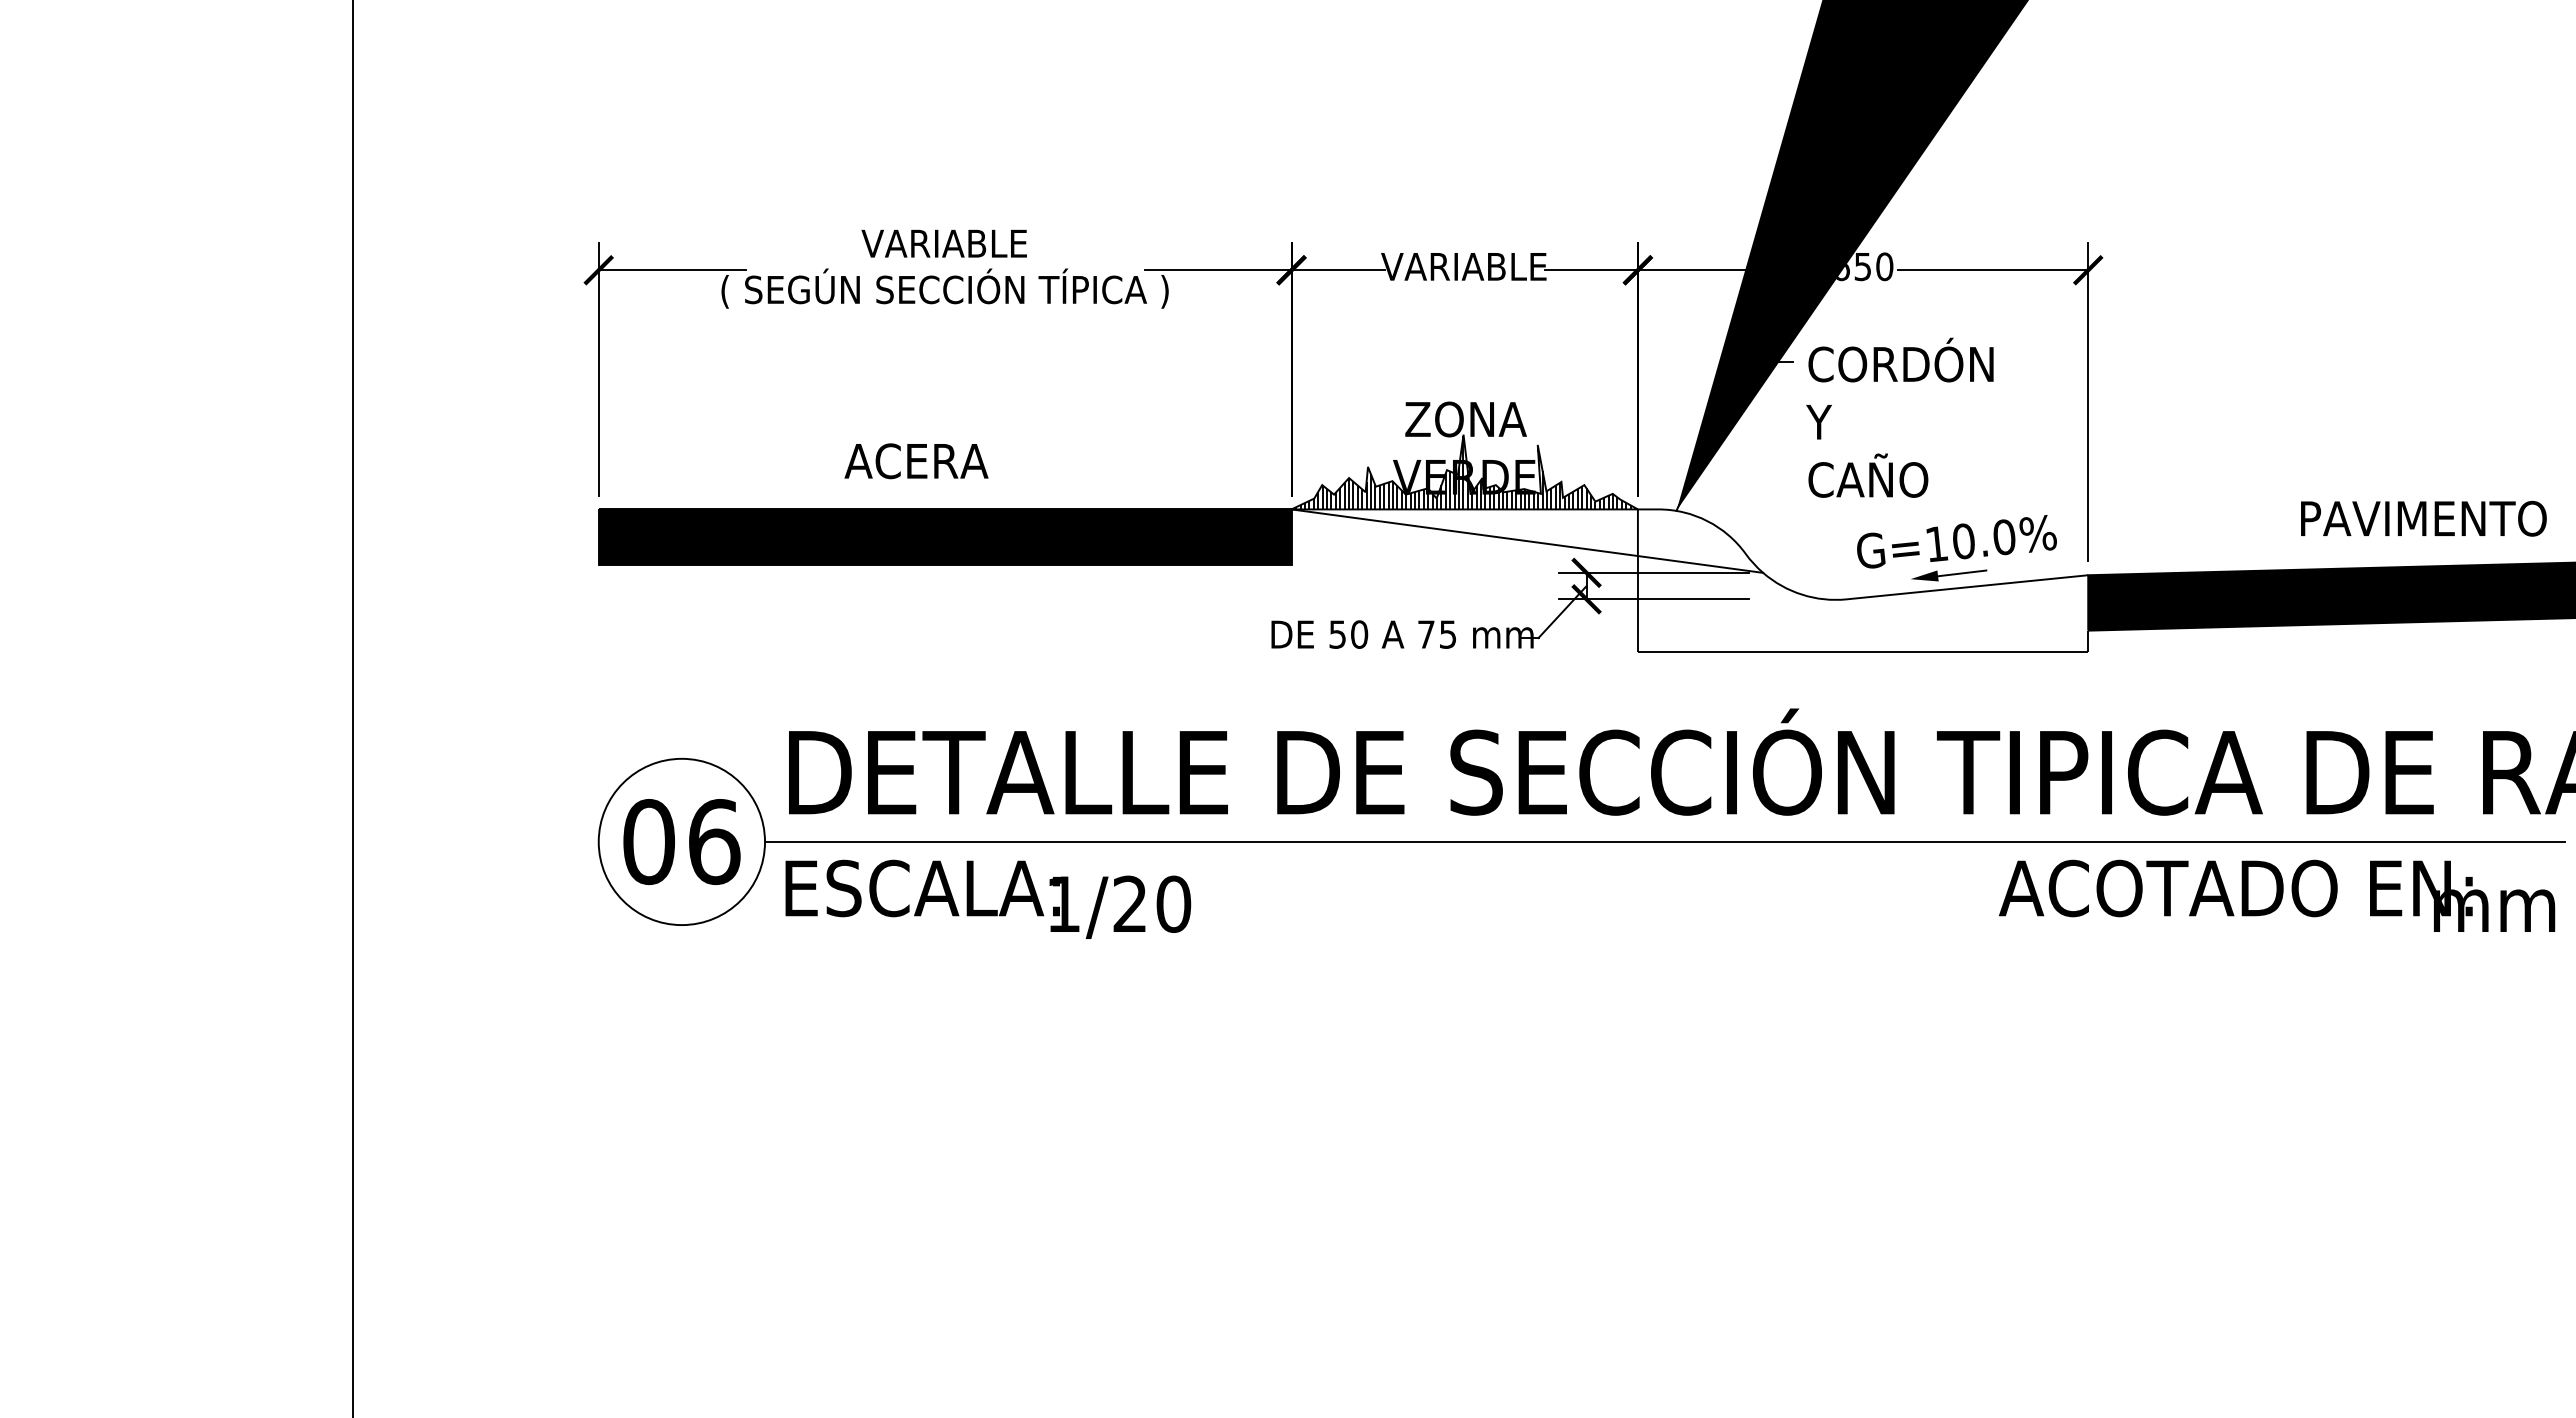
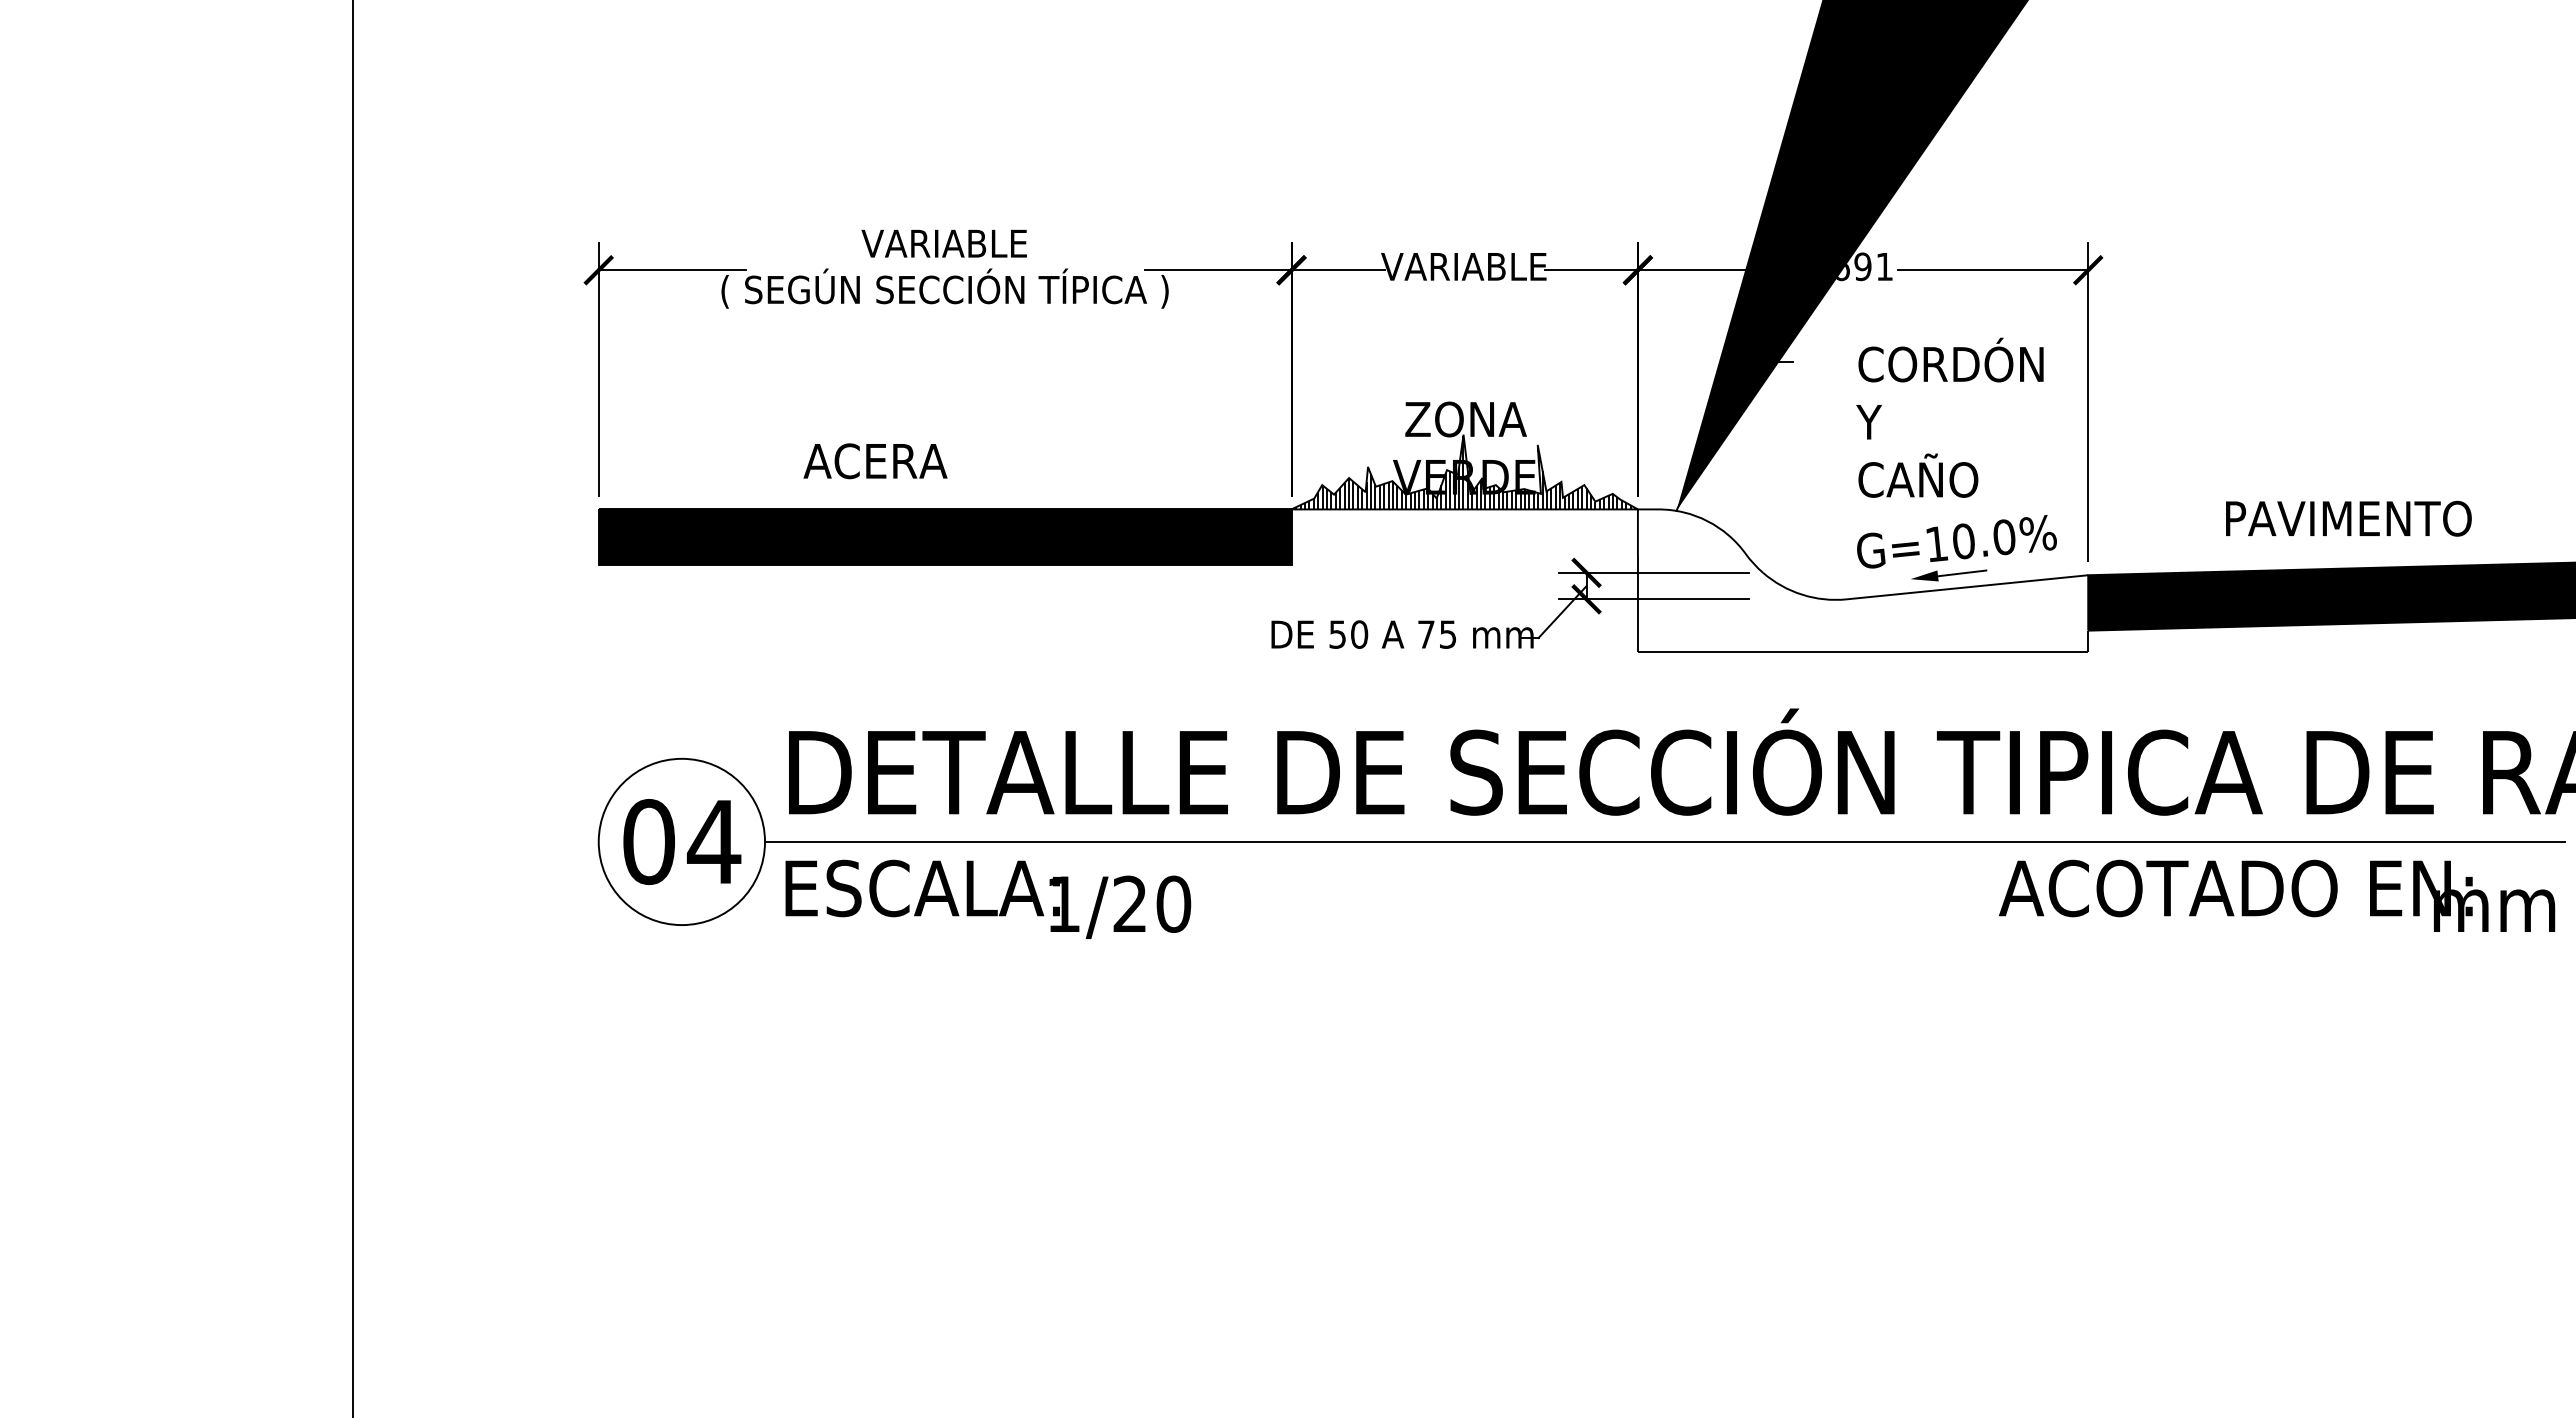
text at (1873, 266): 650 -> 691
text at (1899, 417) position: (1899, 417) -> (1949, 417)
text at (916, 461) position: (916, 461) -> (875, 461)
text at (2423, 518) position: (2423, 518) -> (2348, 518)
line at (1527, 540): present -> none
text at (713, 842): 06 -> 04
